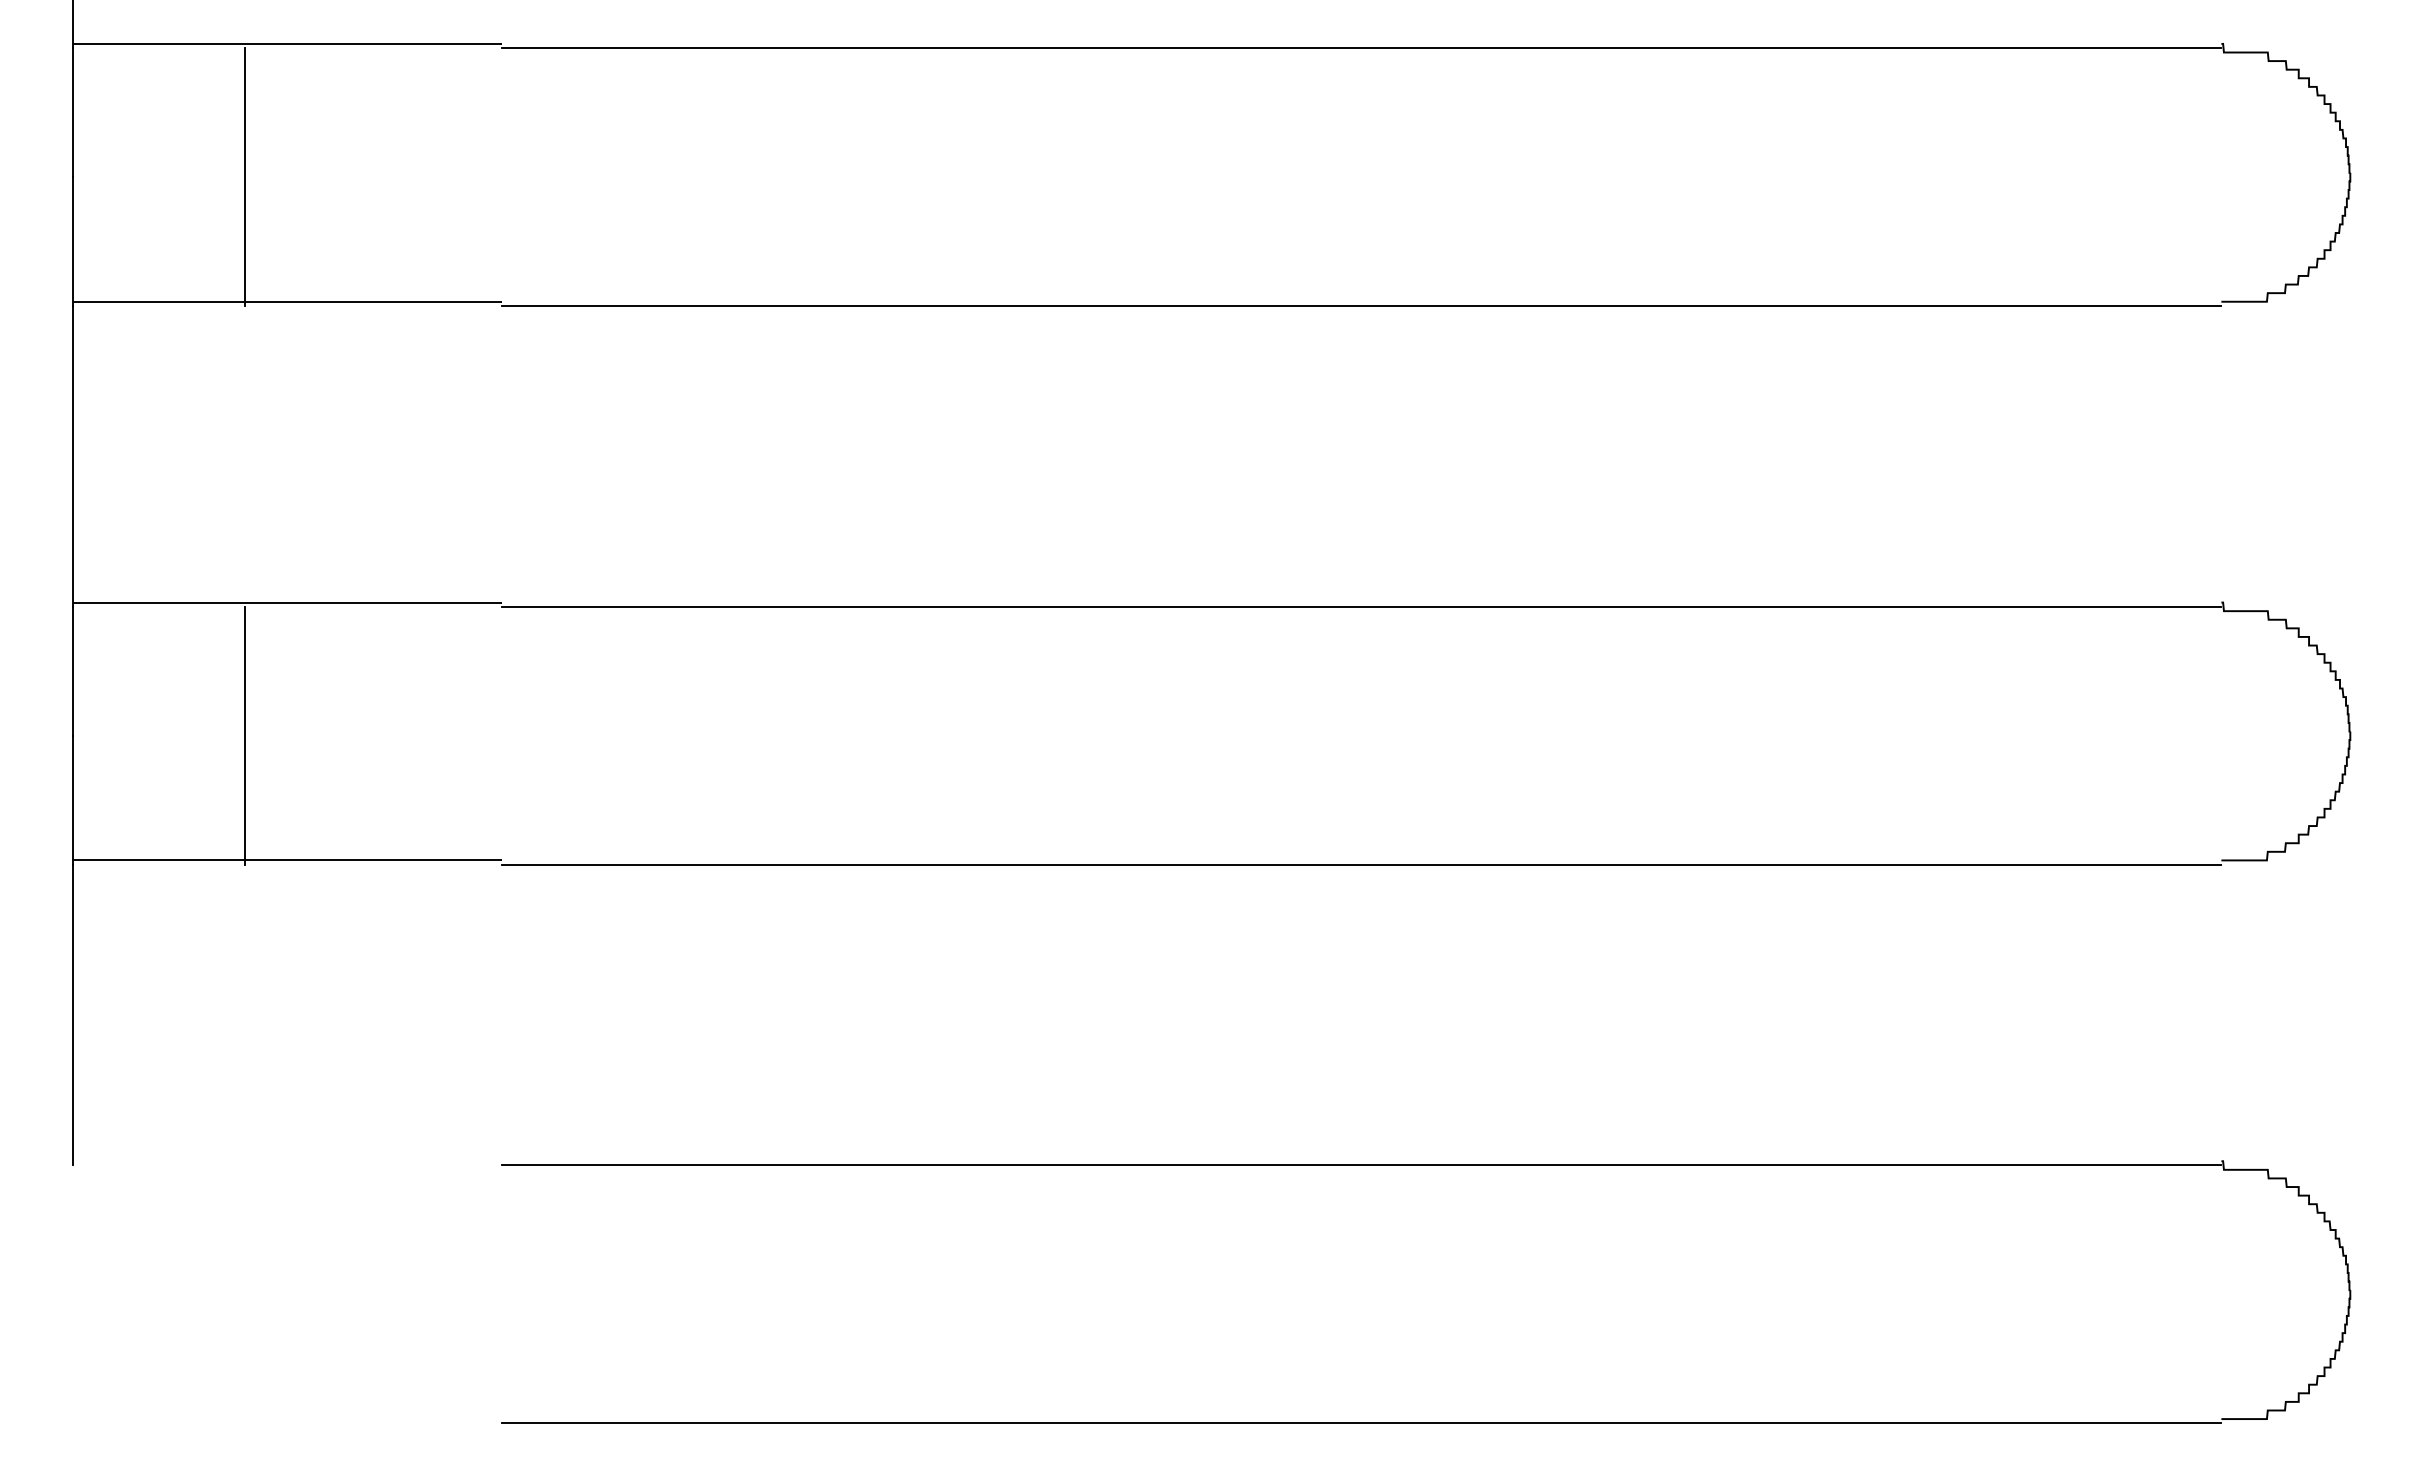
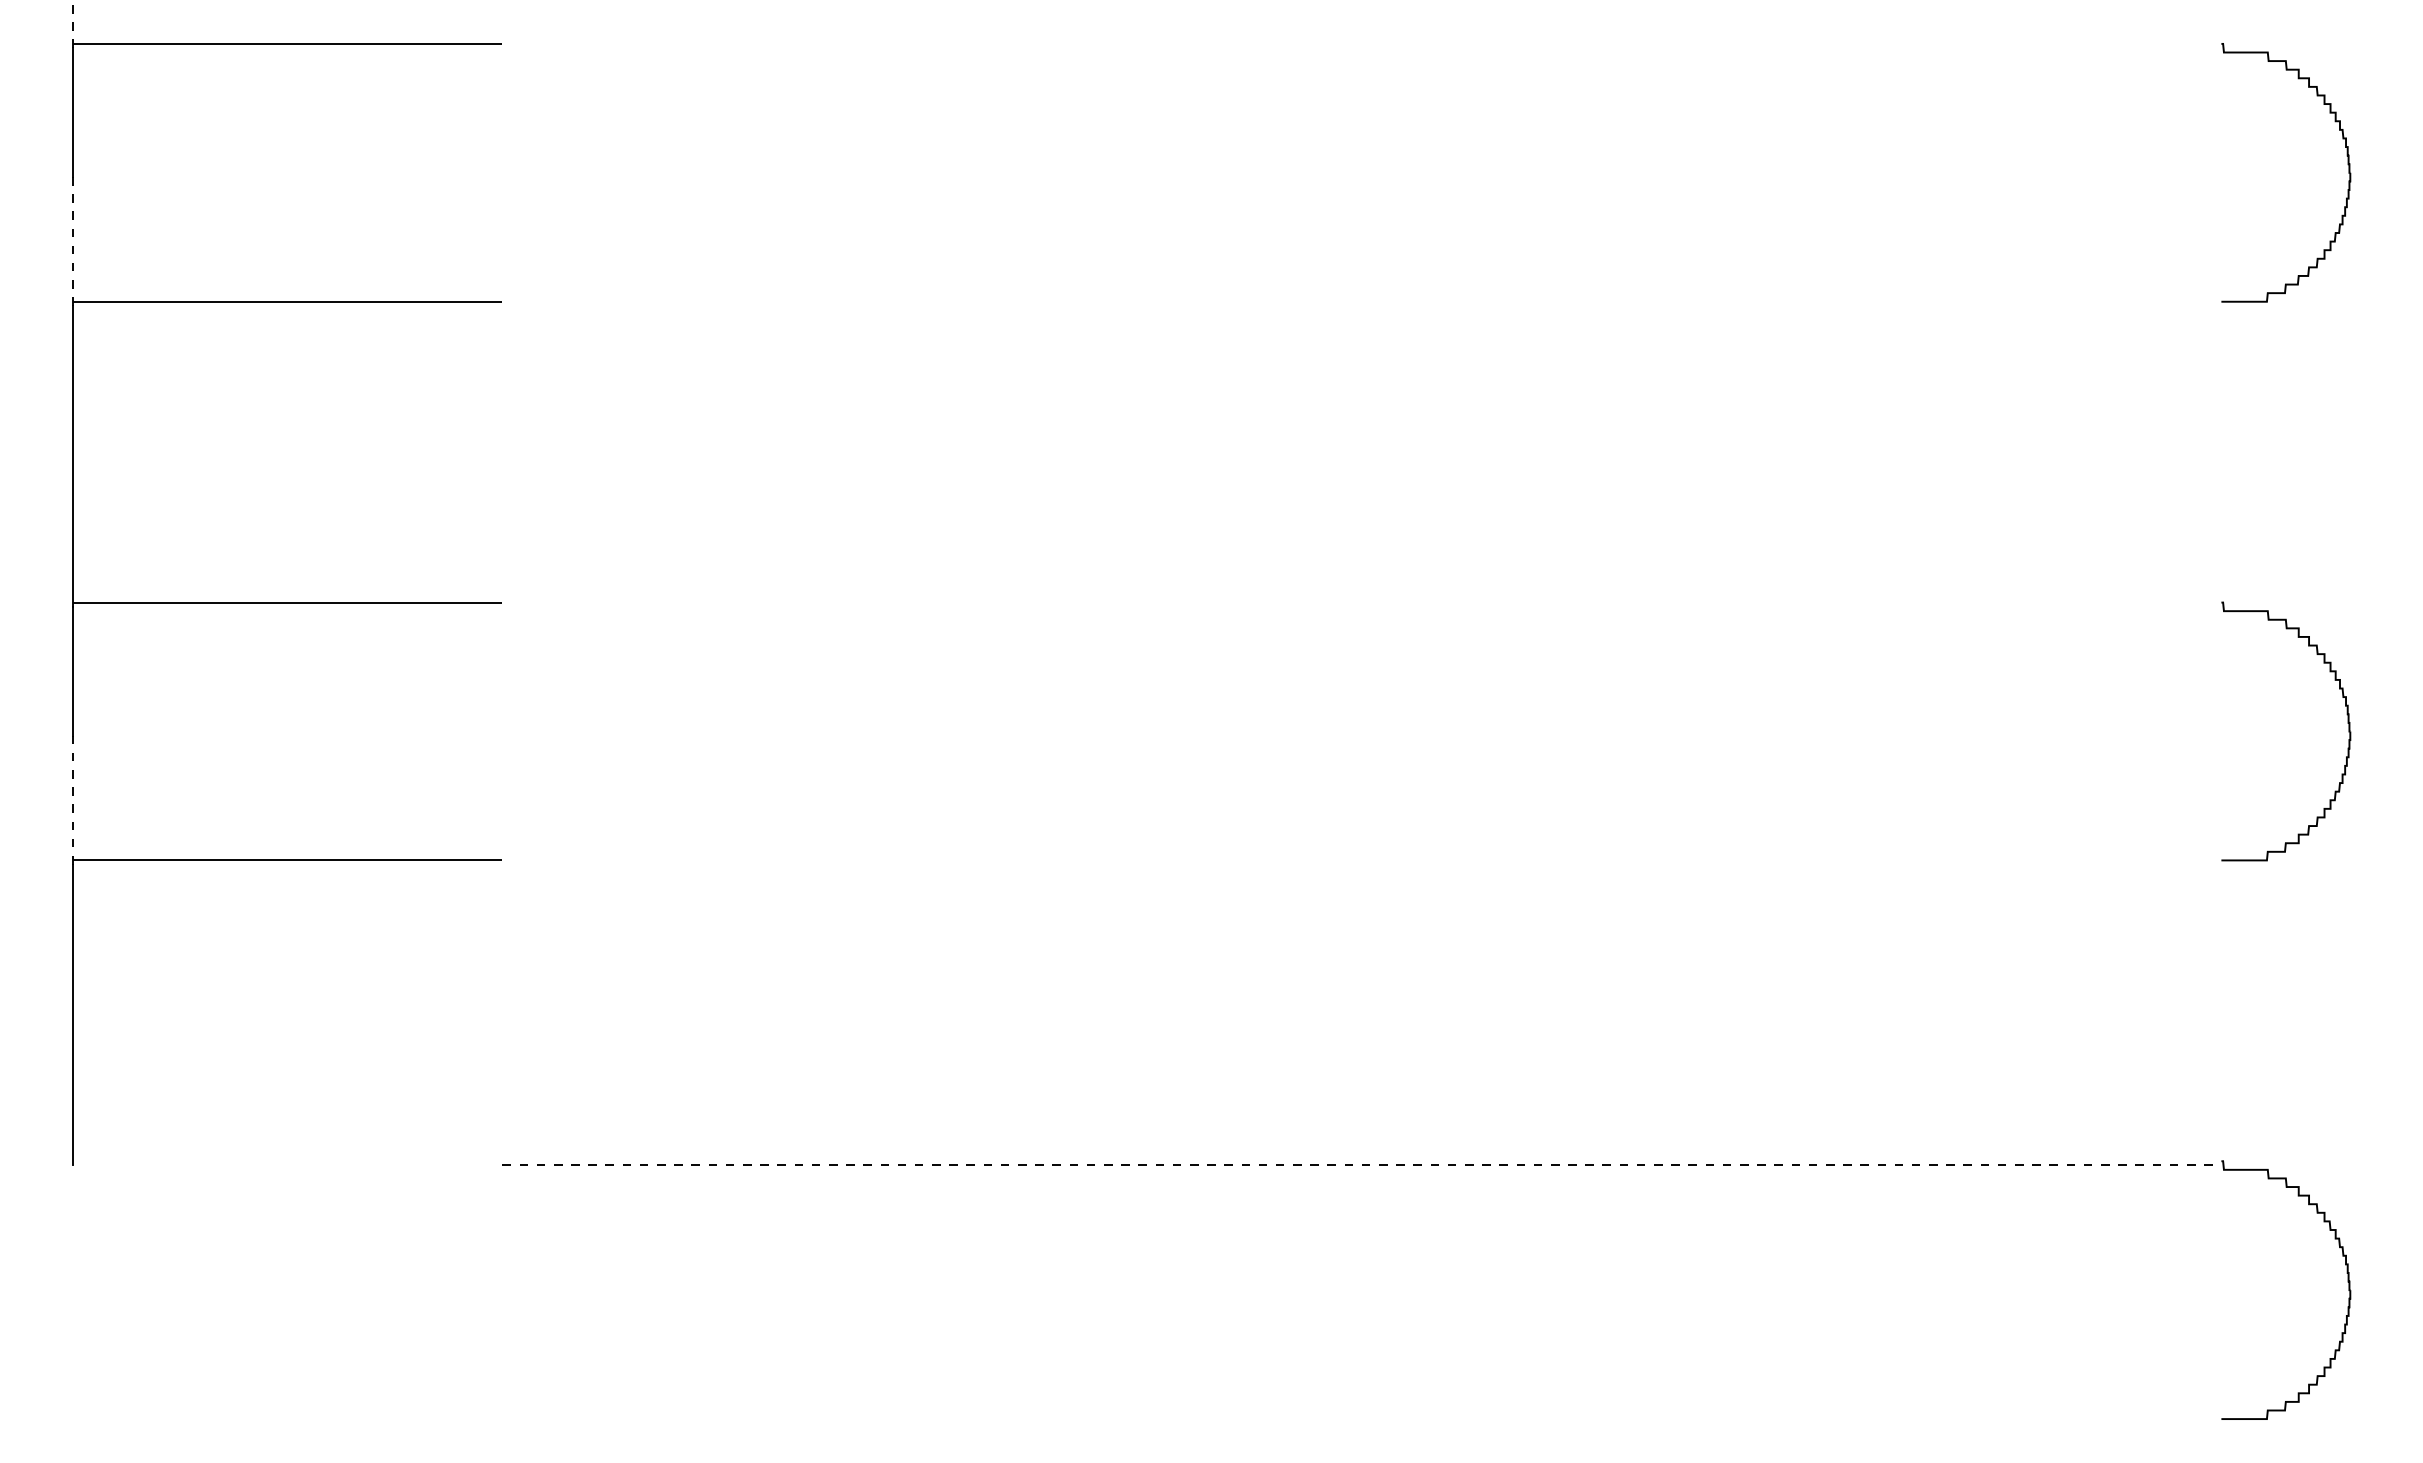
line at (72, 24): solid -> dashed
line at (1361, 48): present -> none
line at (244, 176): present -> none
line at (72, 240): solid -> dashed
line at (1361, 305): present -> none
line at (1361, 606): present -> none
line at (244, 735): present -> none
line at (72, 799): solid -> dashed
line at (1361, 864): present -> none
line at (1362, 1165): solid -> dashed
line at (1361, 1423): present -> none
